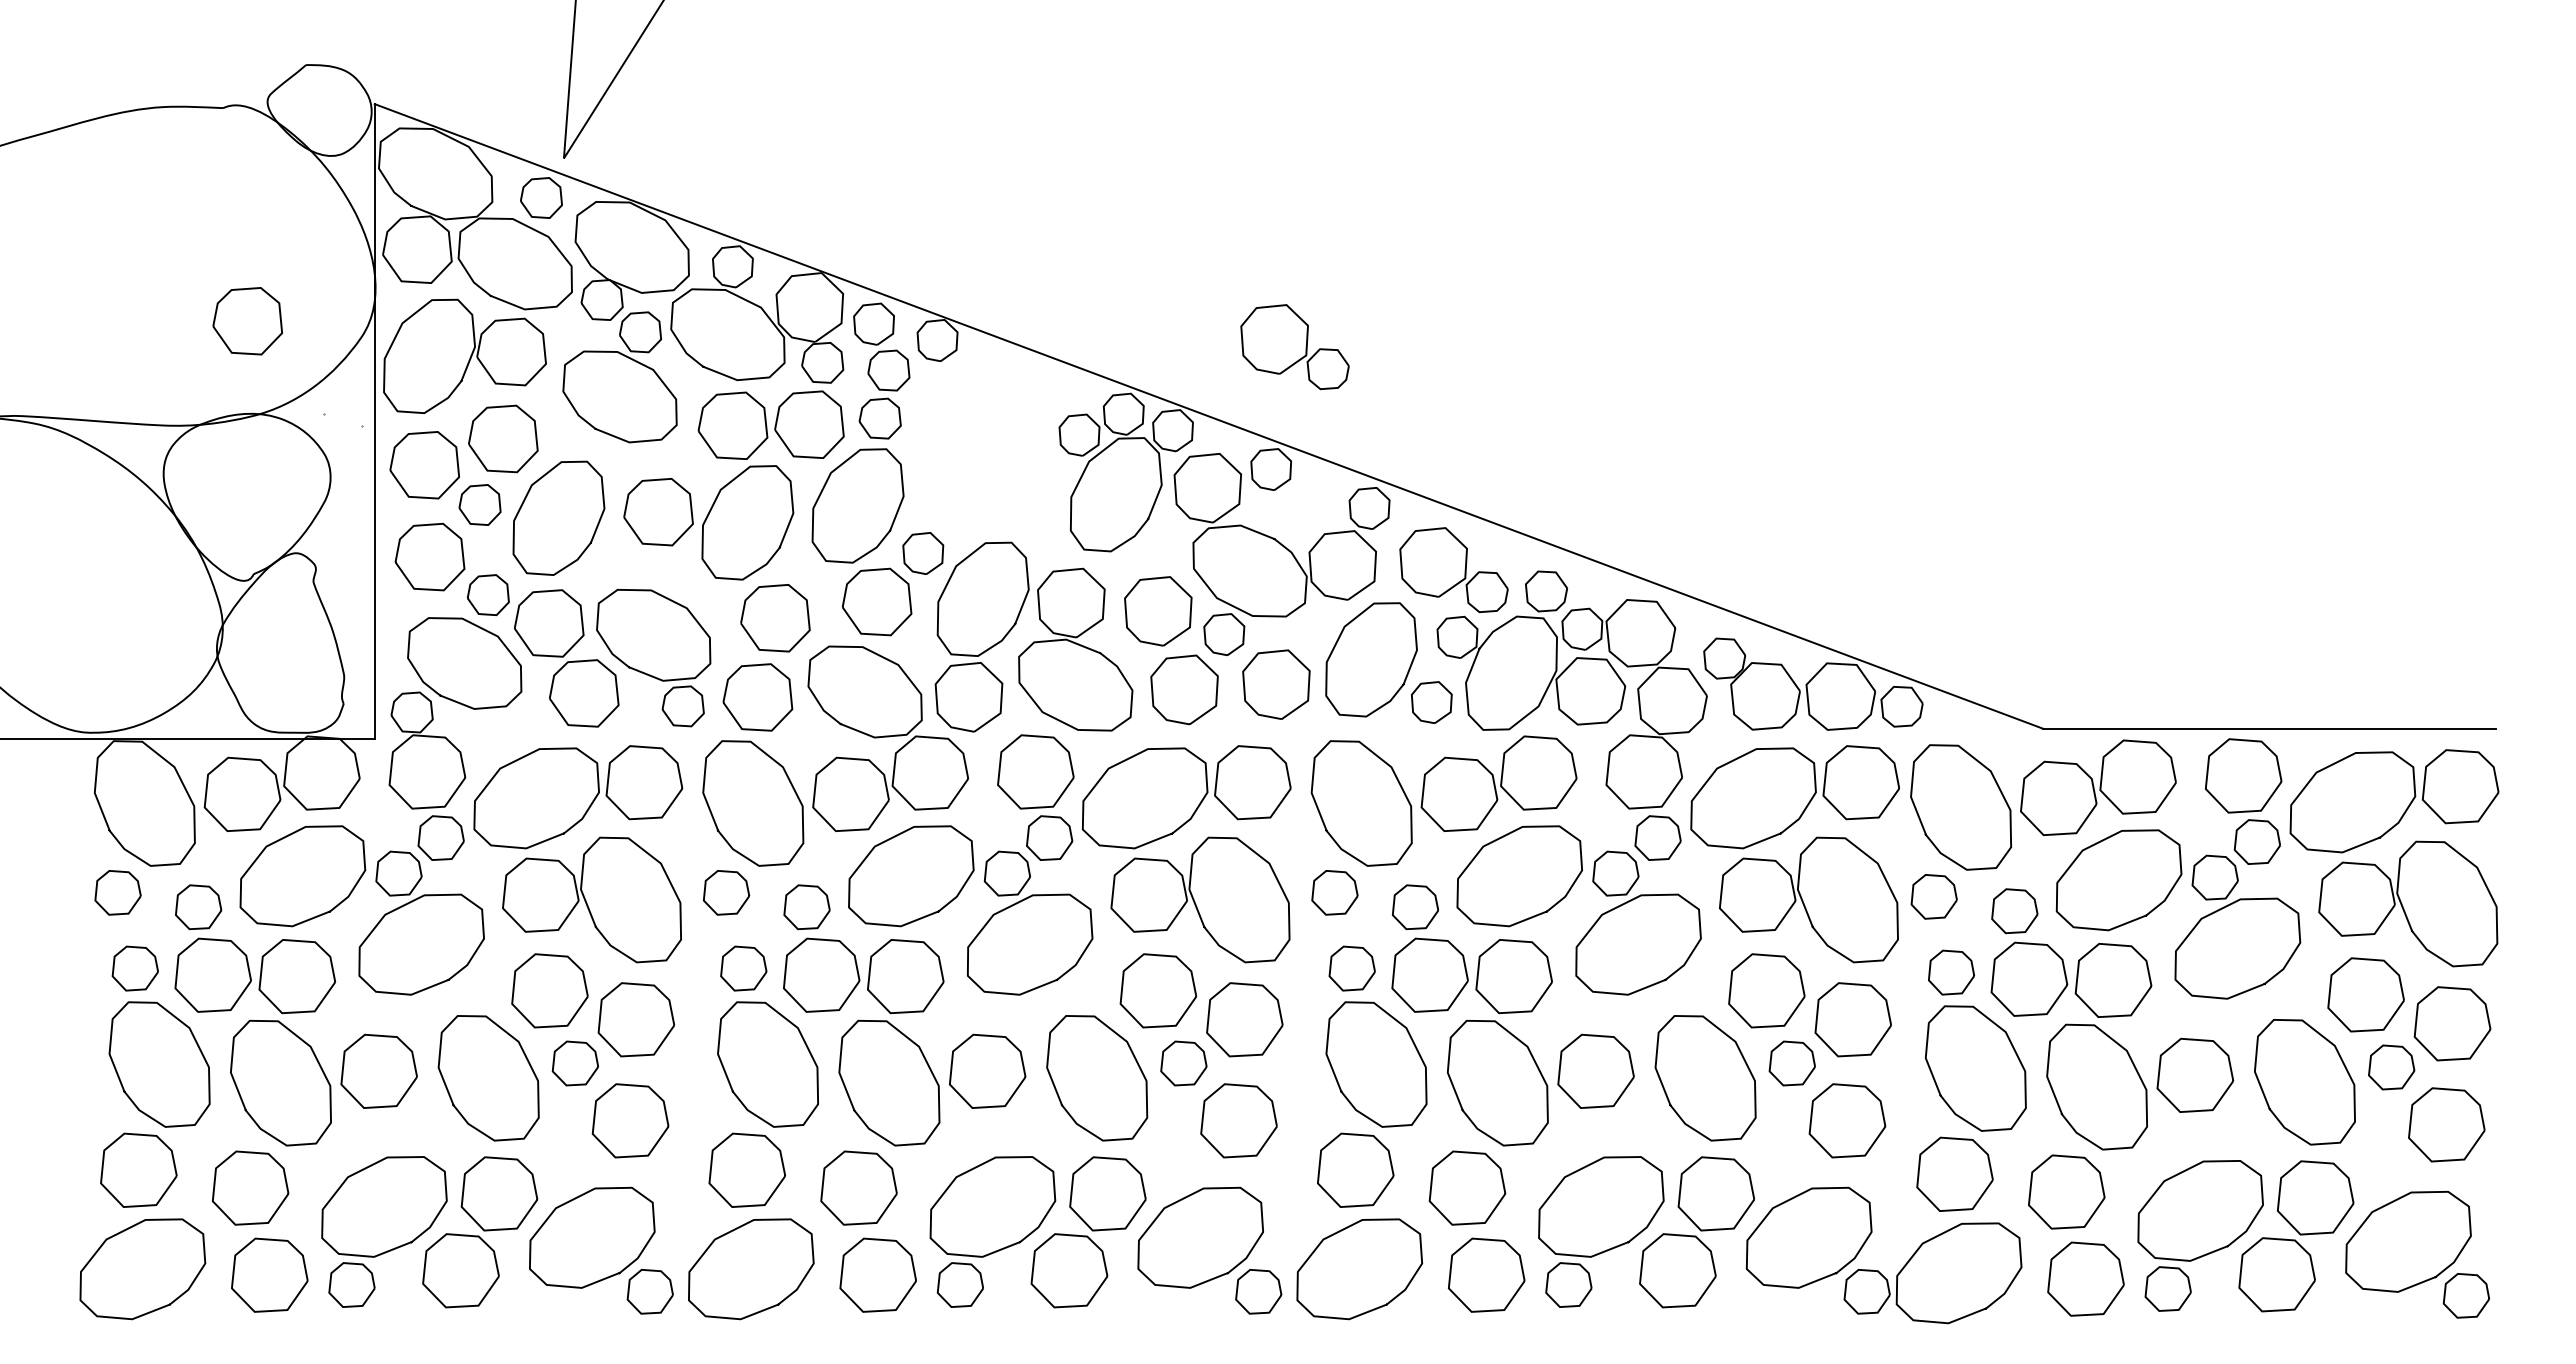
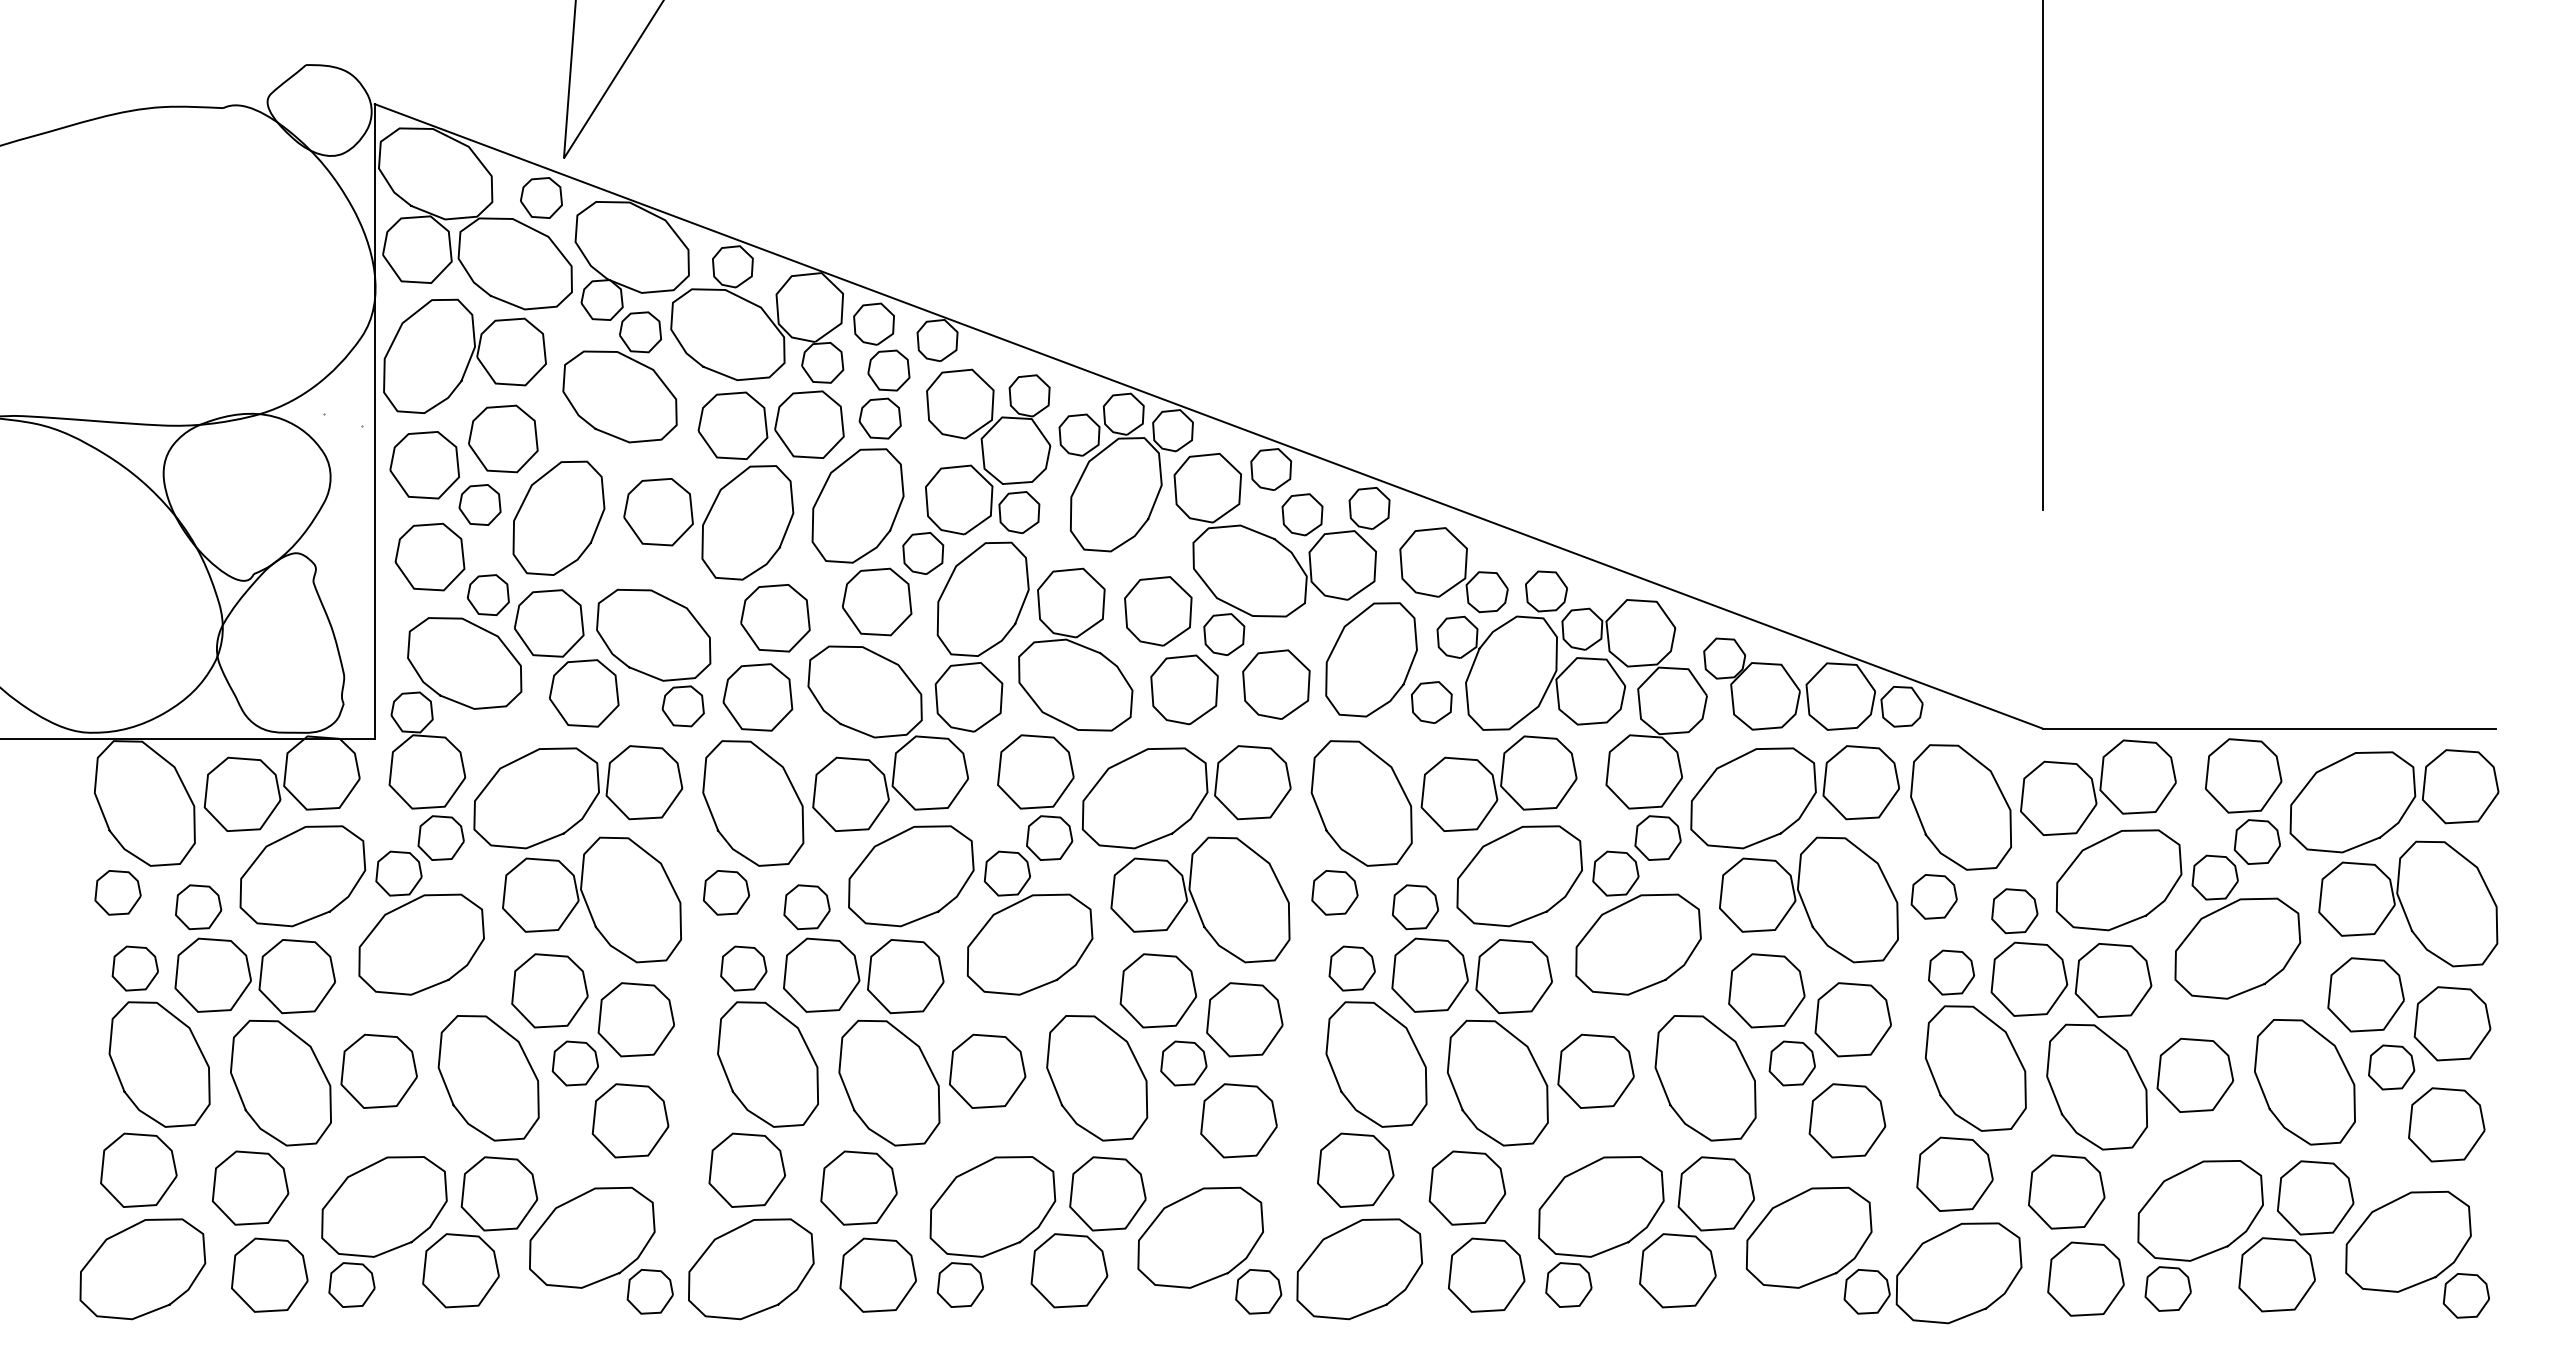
line at (2043, 255): none -> present
part at (247, 321): present -> none
part at (1294, 347): present -> none
part at (988, 451): none -> present
part at (1302, 514): none -> present
